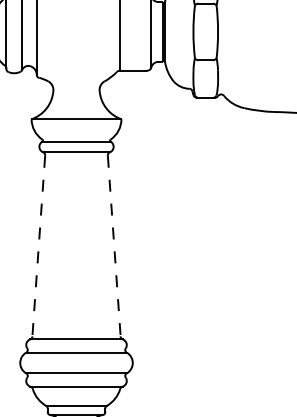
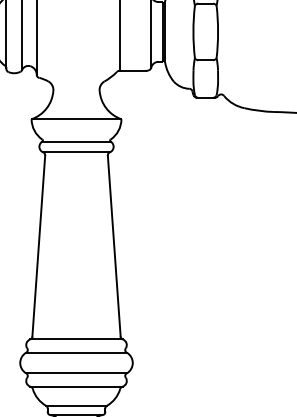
line at (38, 246): dashed -> solid
line at (114, 246): dashed -> solid
